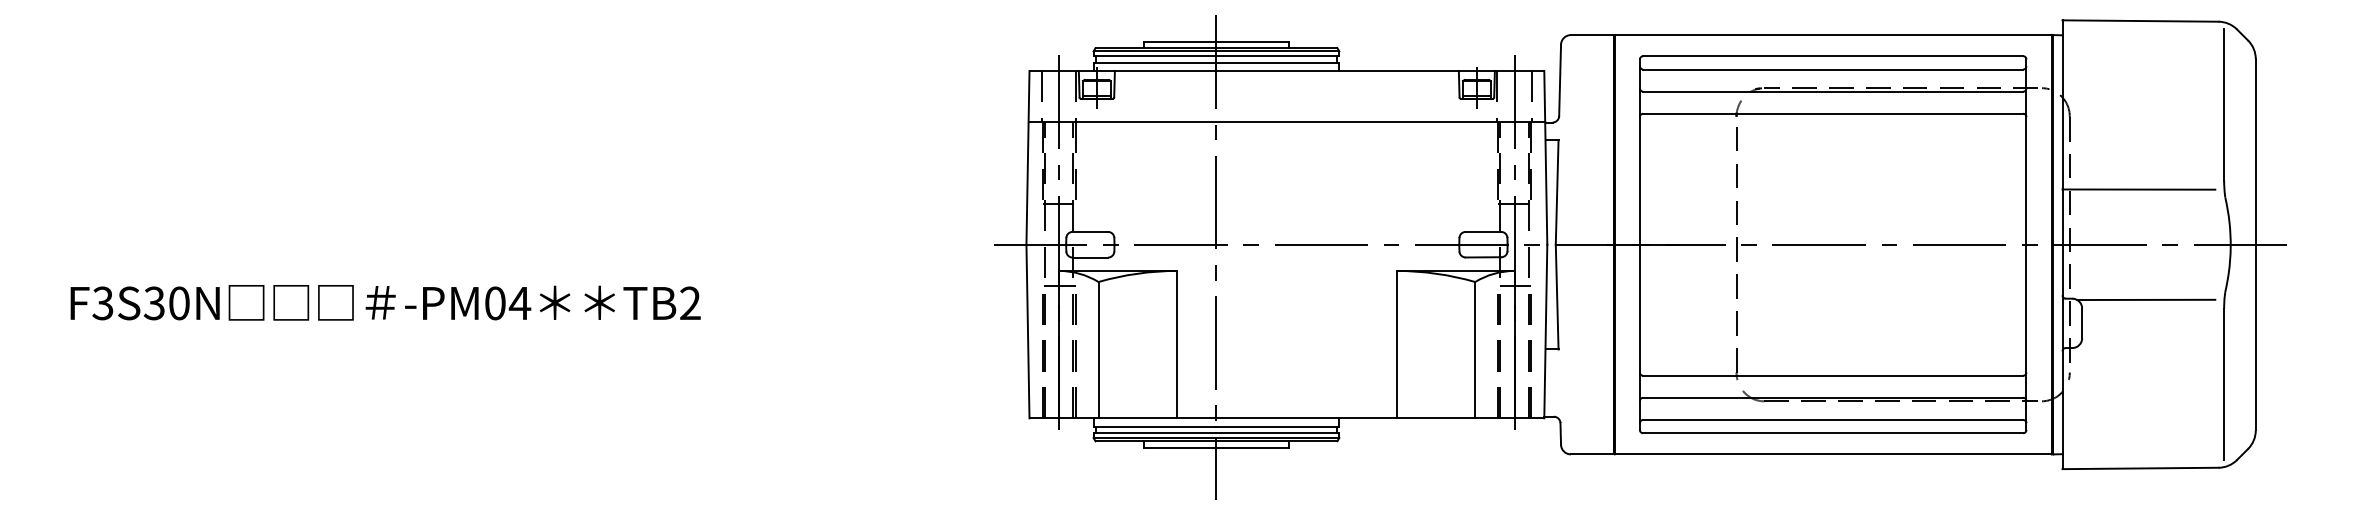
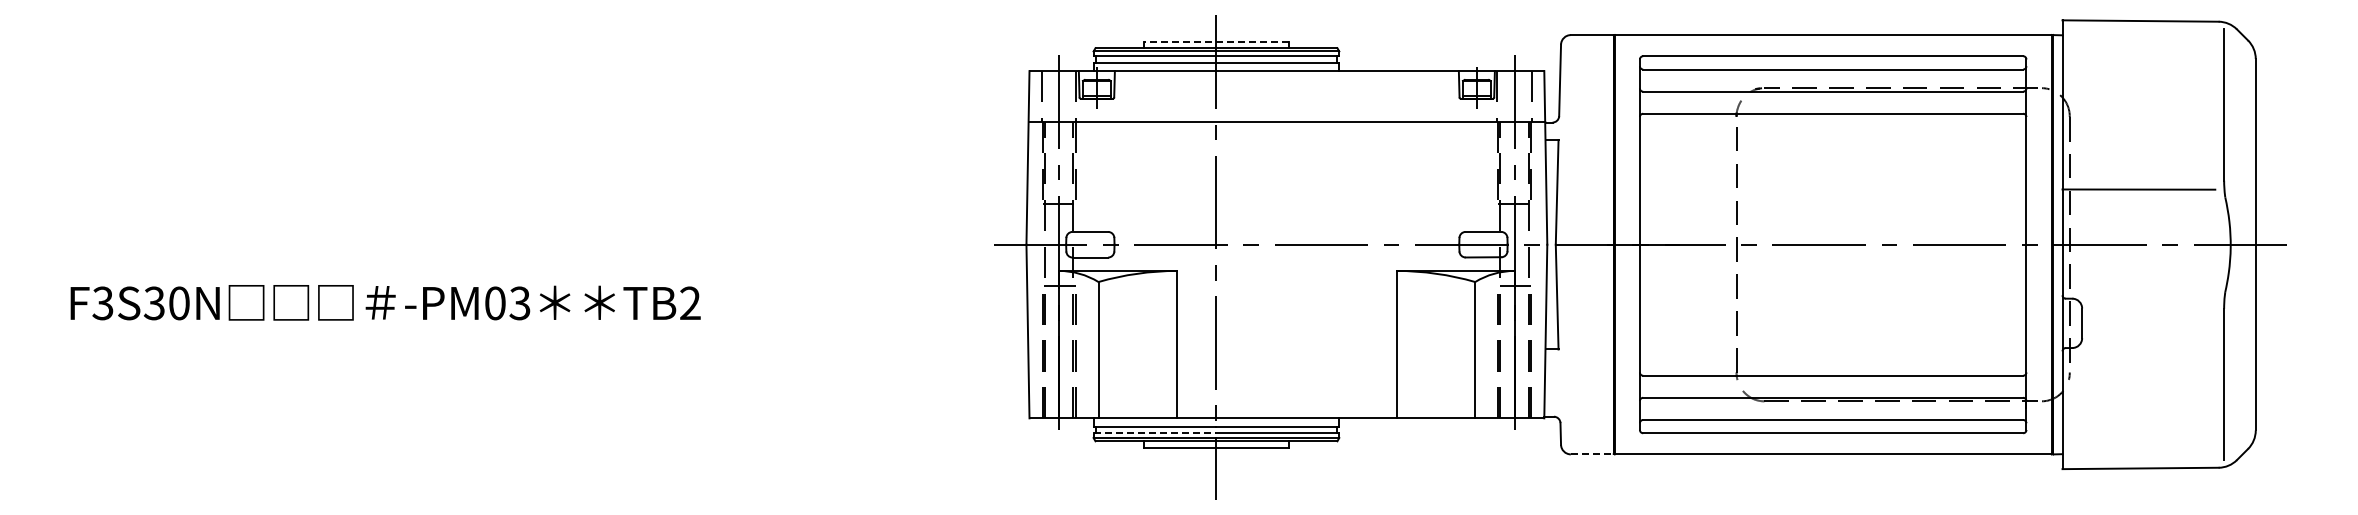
line at (1215, 41): solid -> dashed
line at (2146, 299): present -> none
text at (519, 303): -PM04 -> -PM03
line at (1155, 433): solid -> dashed
line at (1592, 454): solid -> dashed
